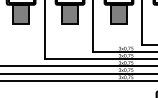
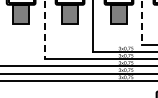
line at (142, 23): solid -> dashed
line at (44, 30): solid -> dashed
